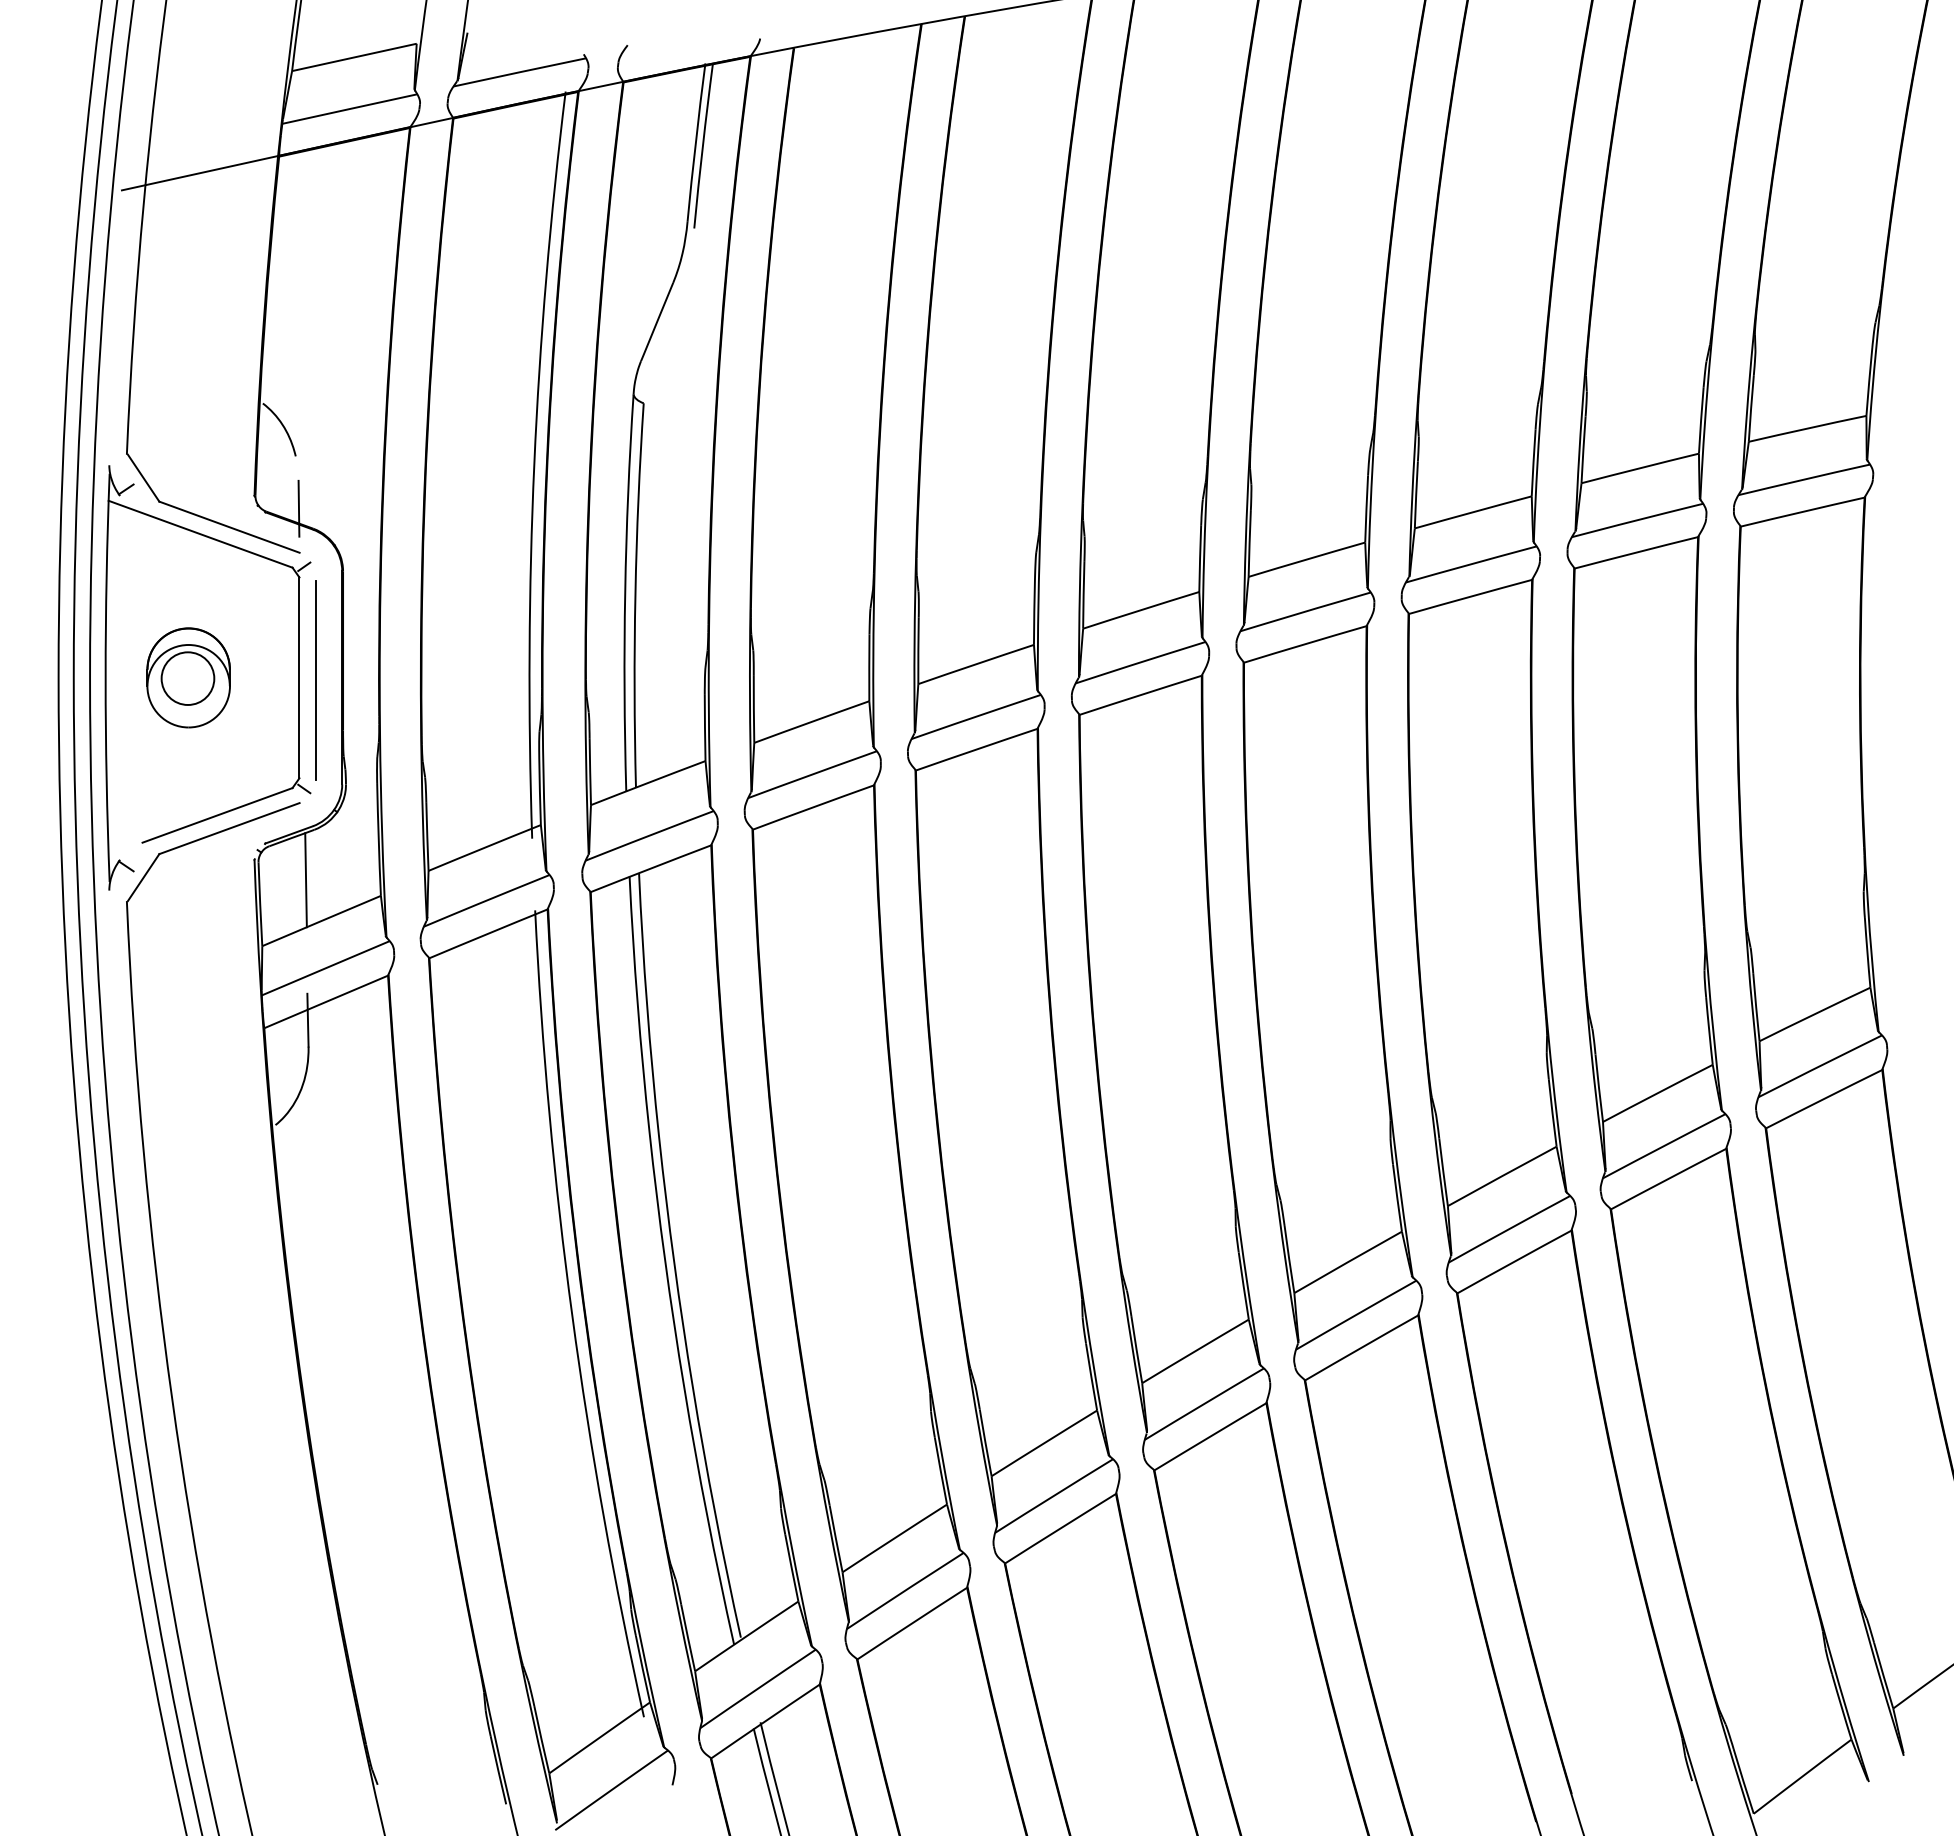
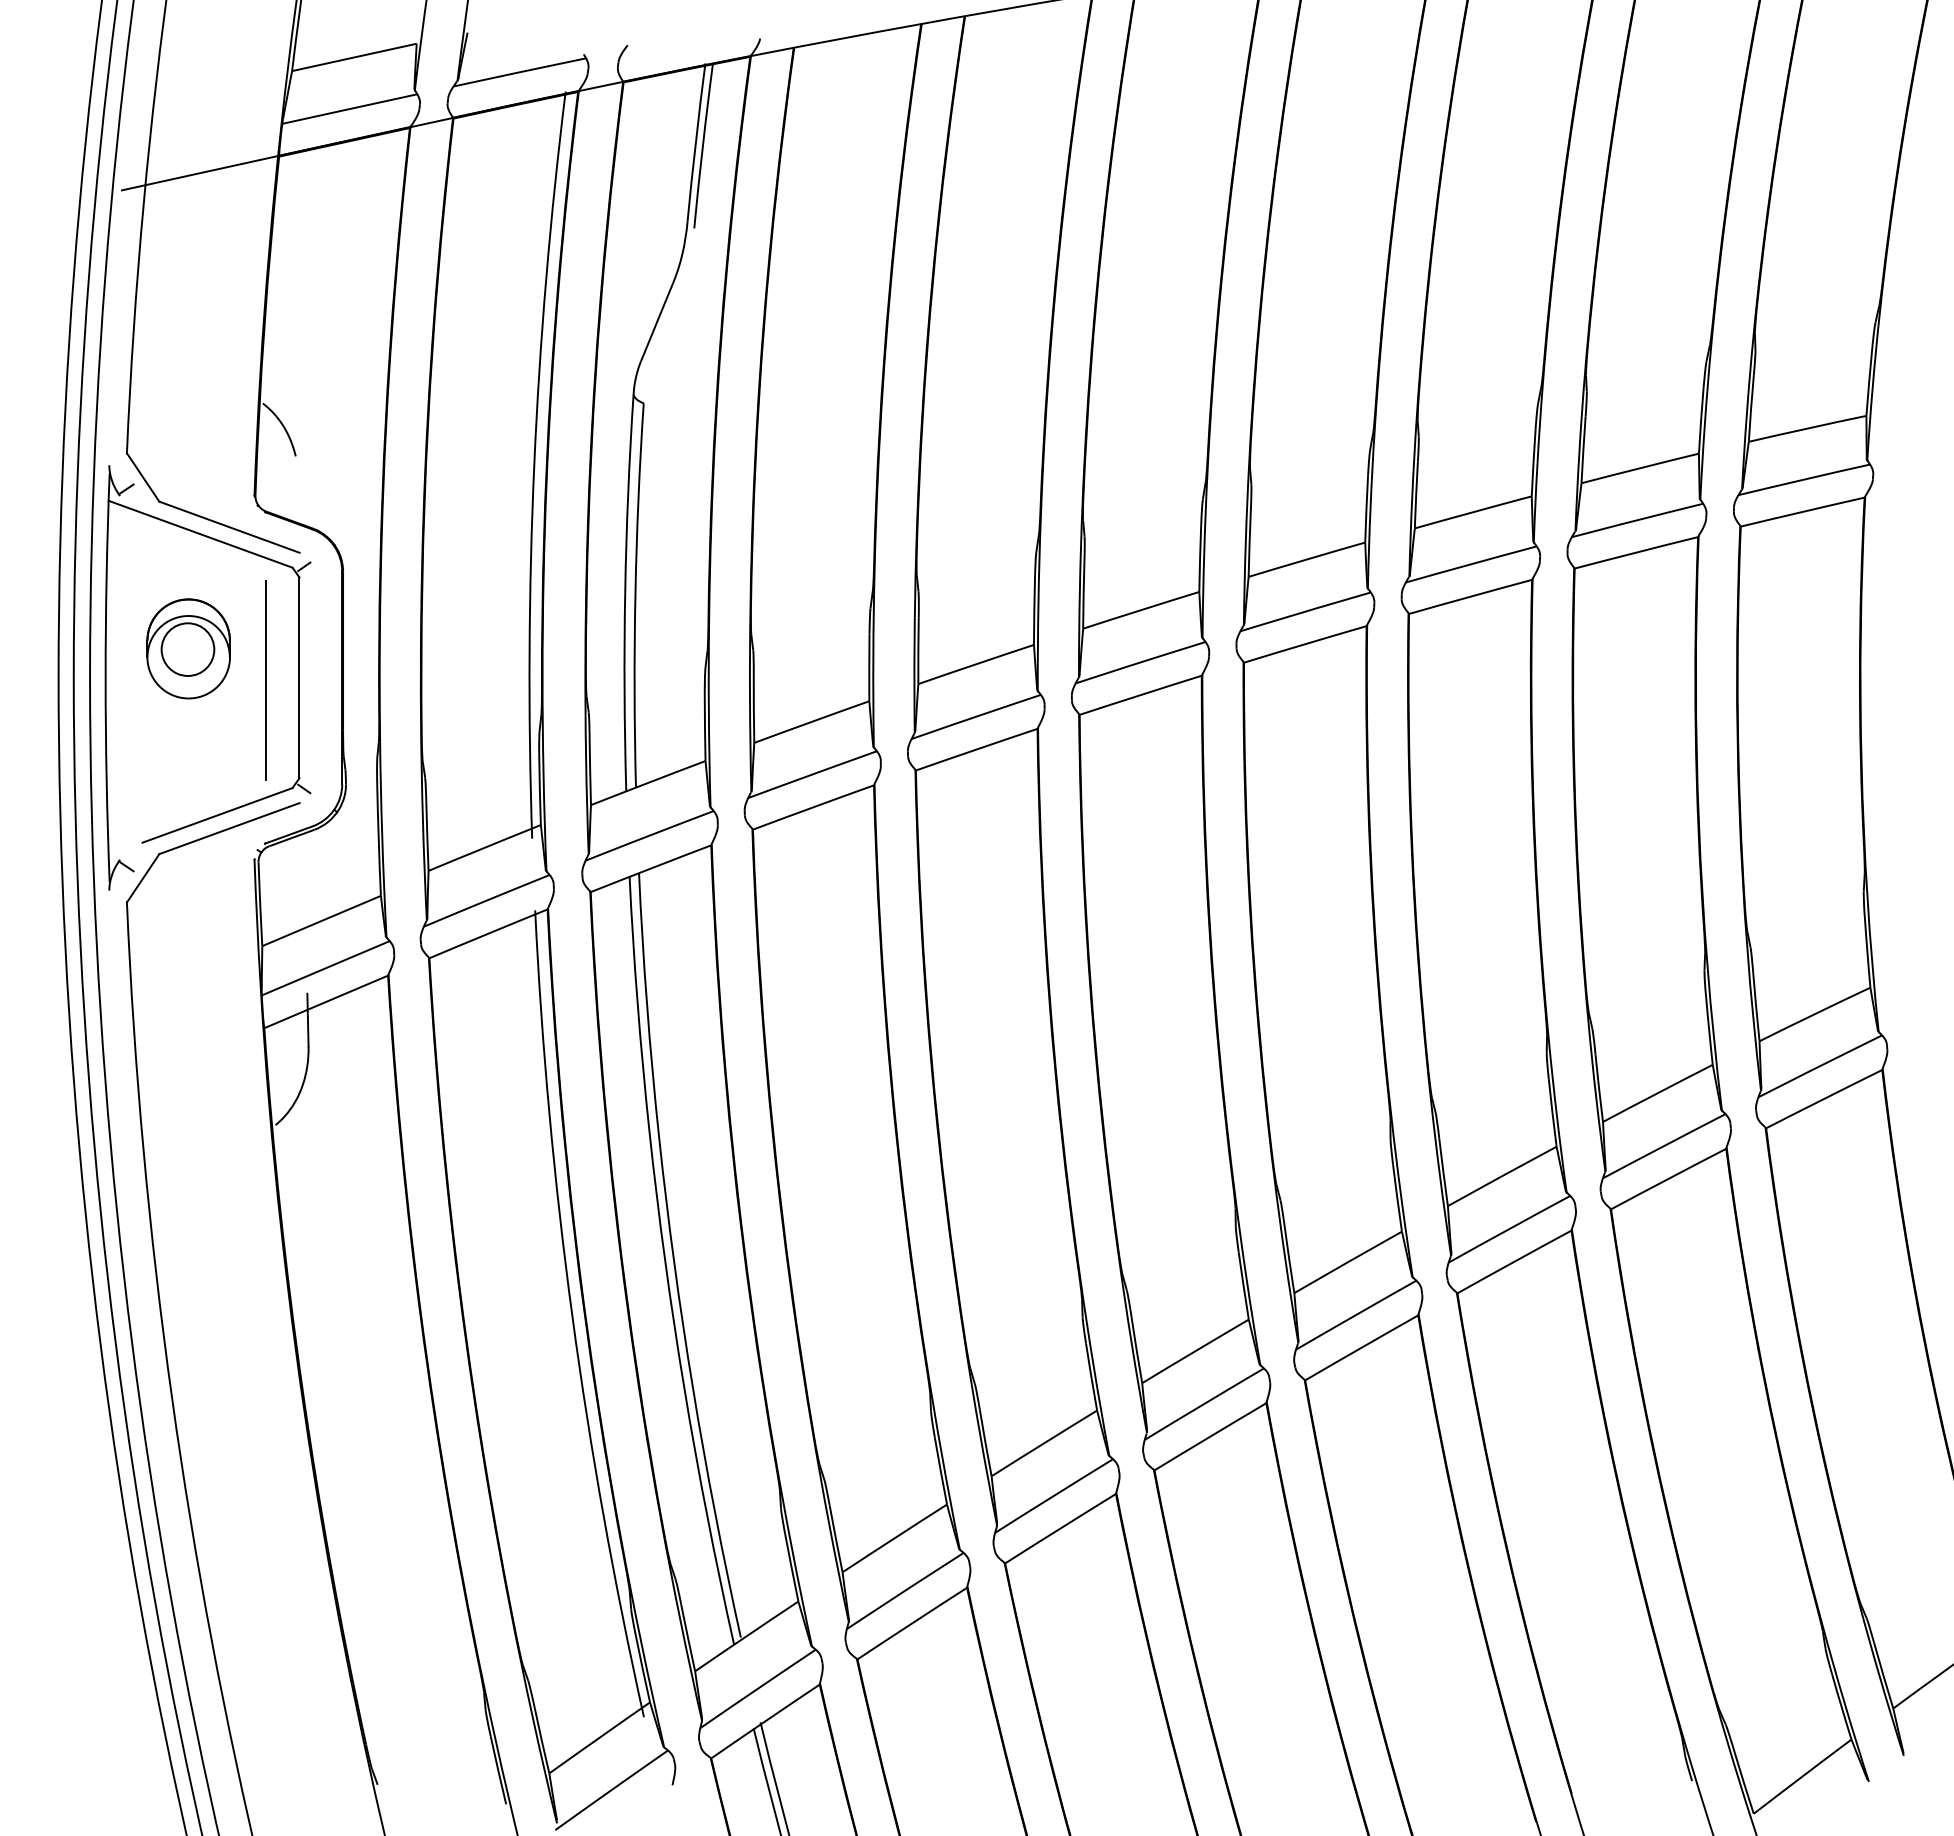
line at (298, 508): present -> none
part at (188, 677) position: (188, 677) -> (188, 648)
line at (315, 680) position: (315, 680) -> (265, 680)
line at (305, 880): present -> none
